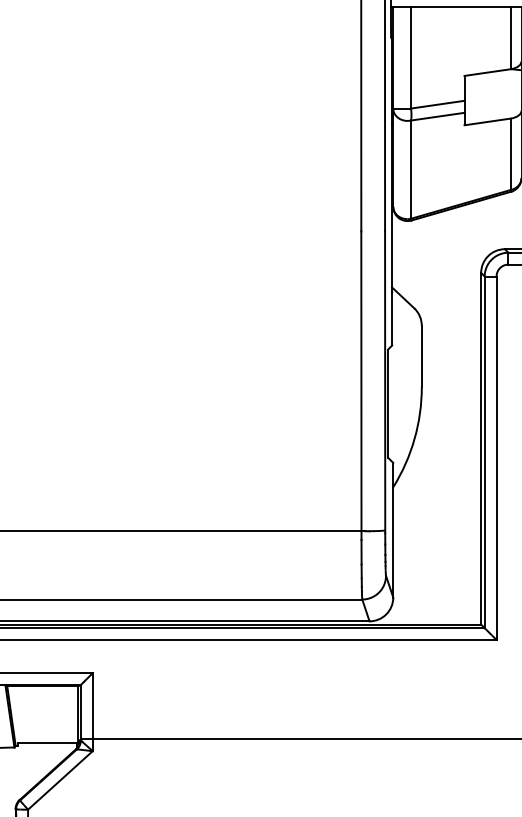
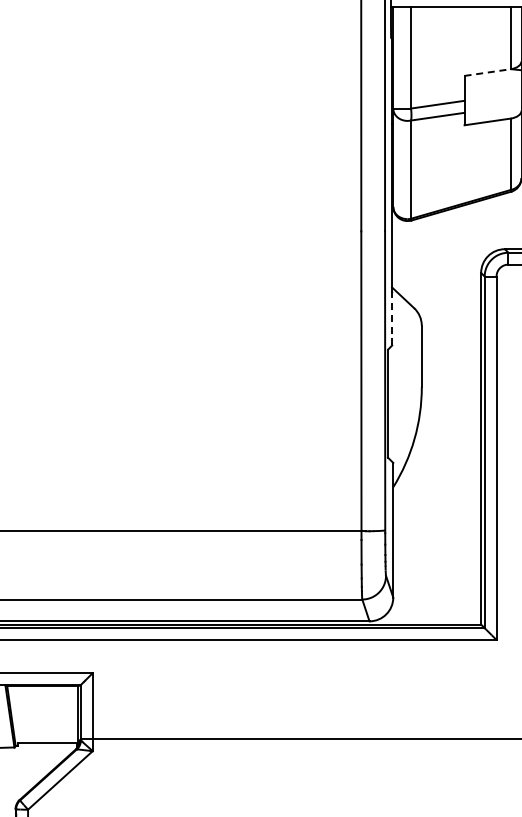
line at (488, 72): solid -> dashed
line at (392, 318): solid -> dashed
